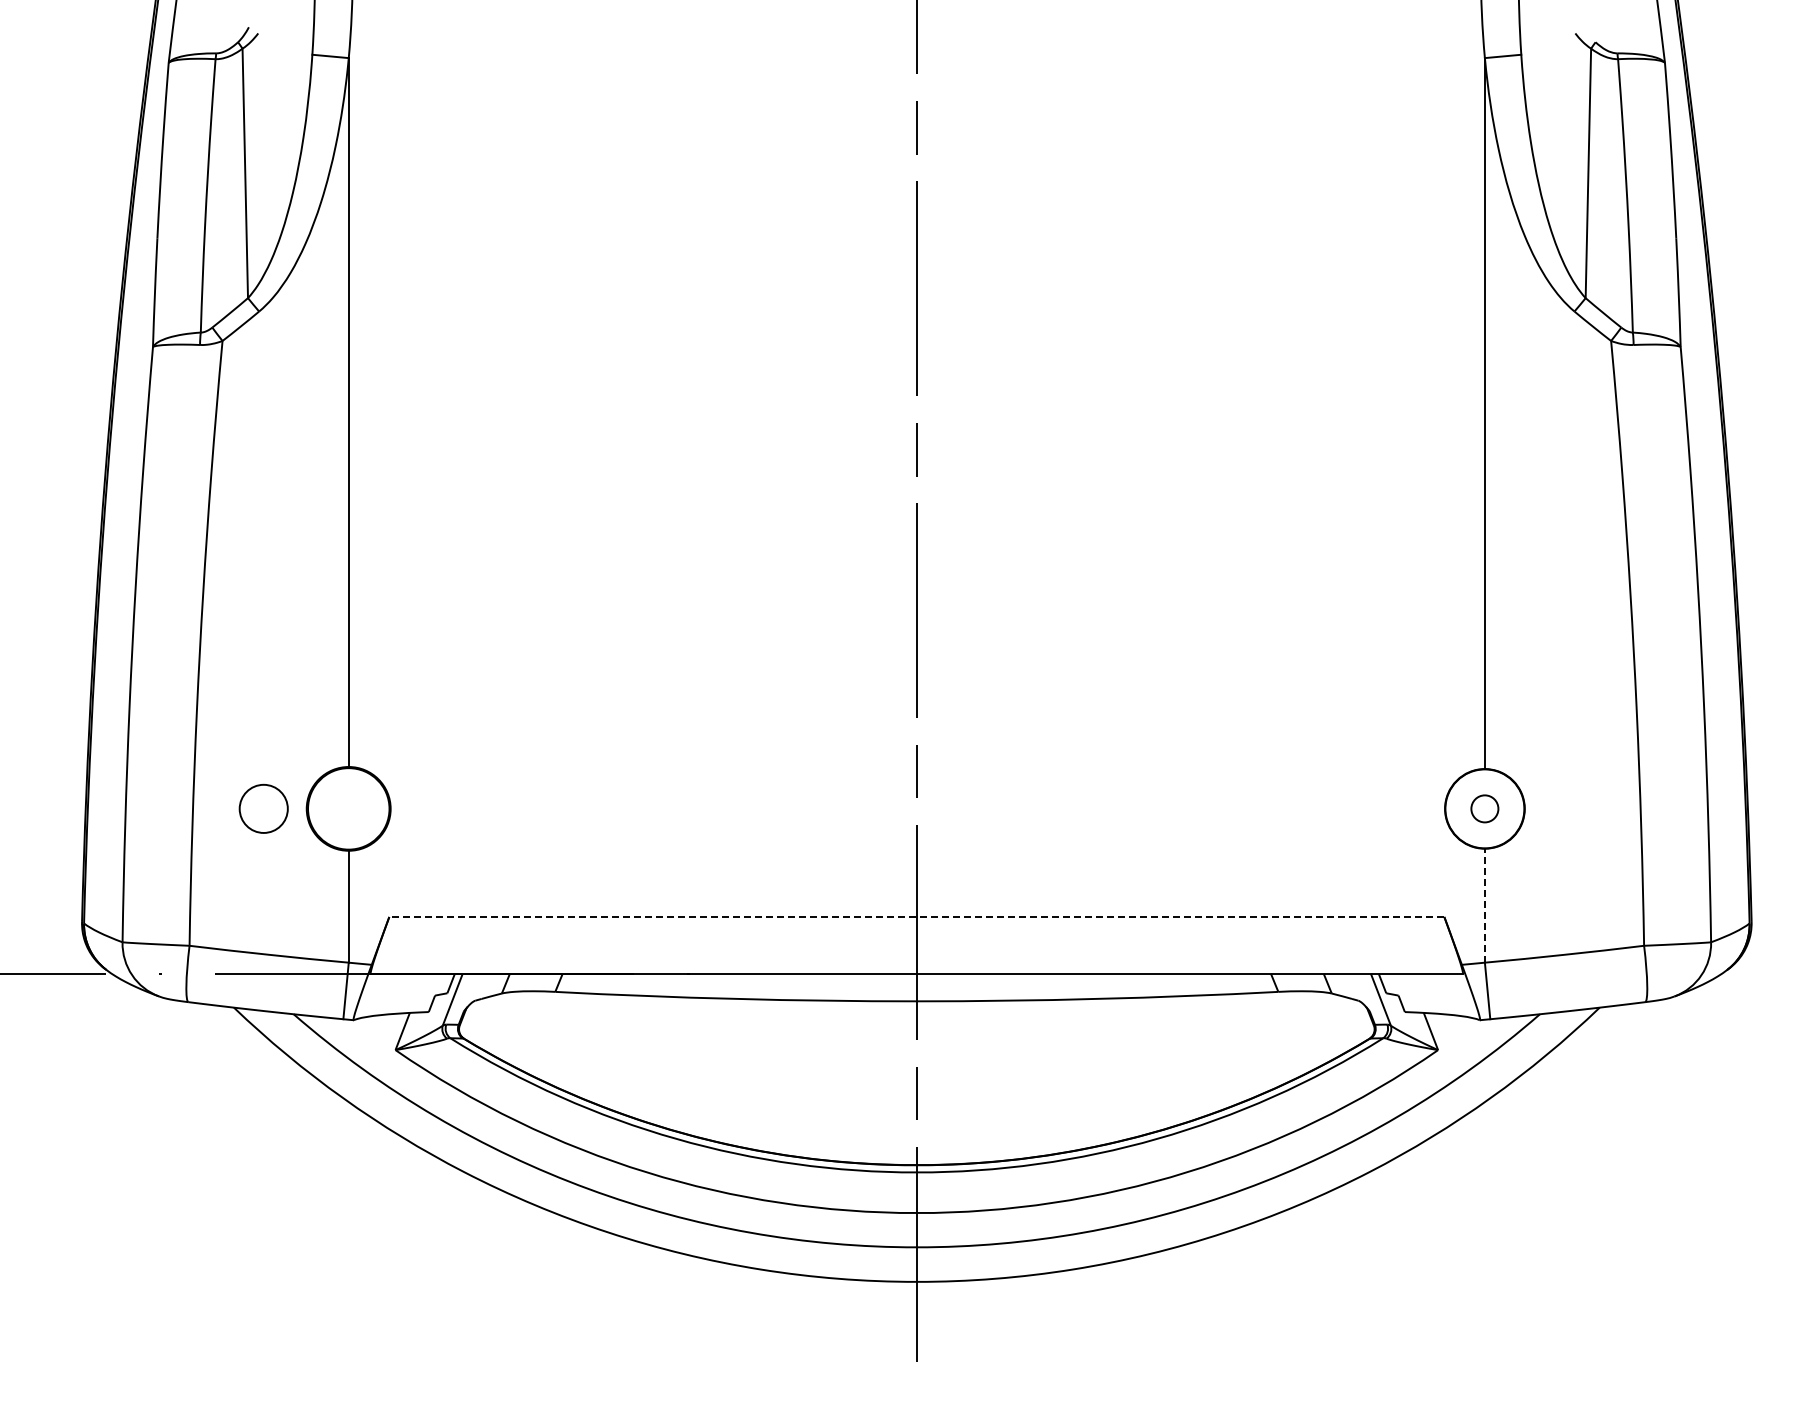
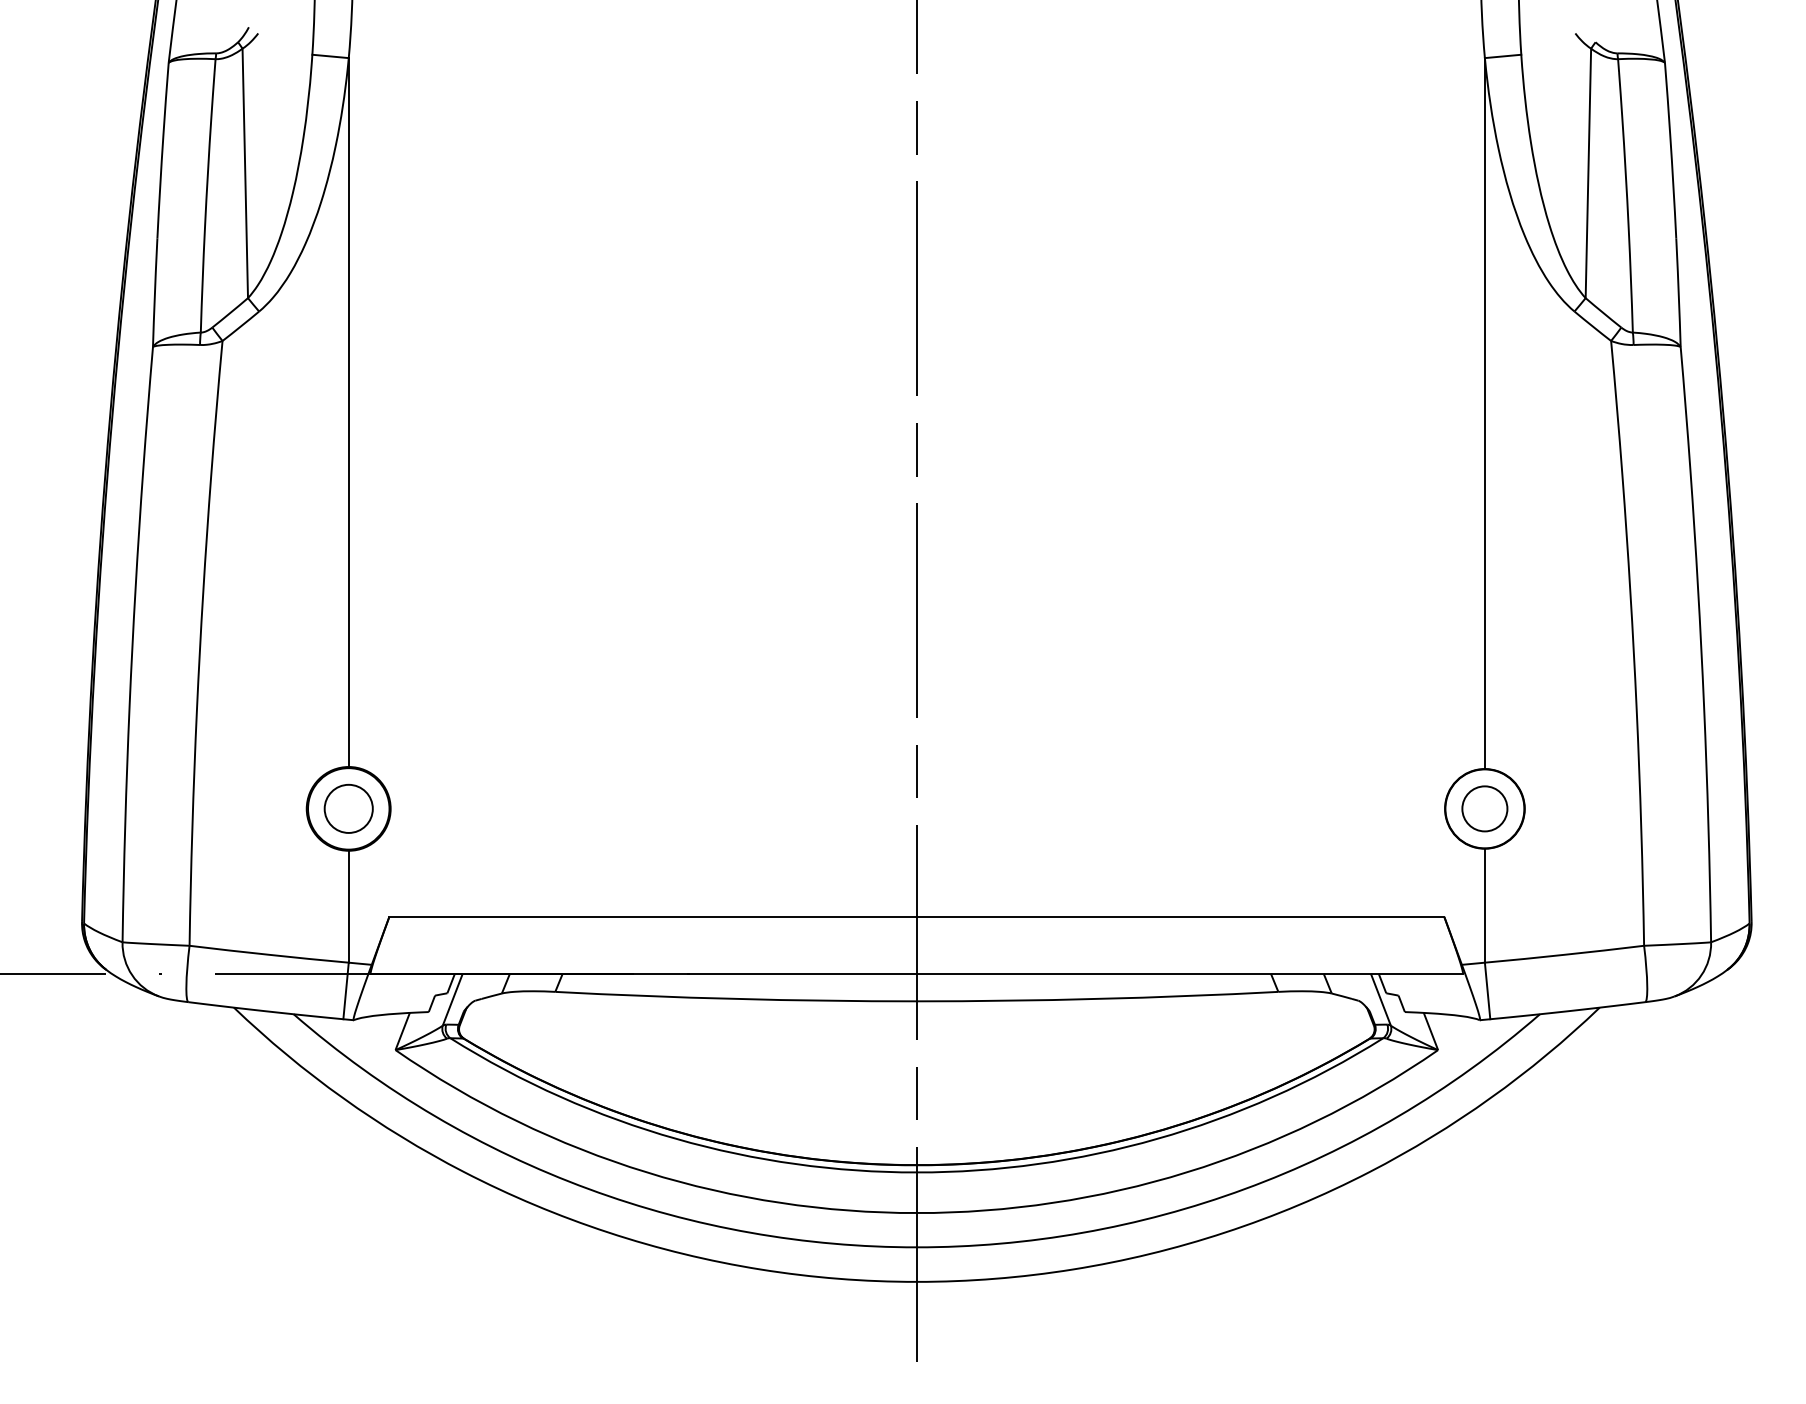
circle at (263, 808) position: (263, 808) -> (348, 808)
circle at (1484, 808) diameter: 27 px -> 45 px
line at (1484, 905): dashed -> solid
line at (916, 916): dashed -> solid
